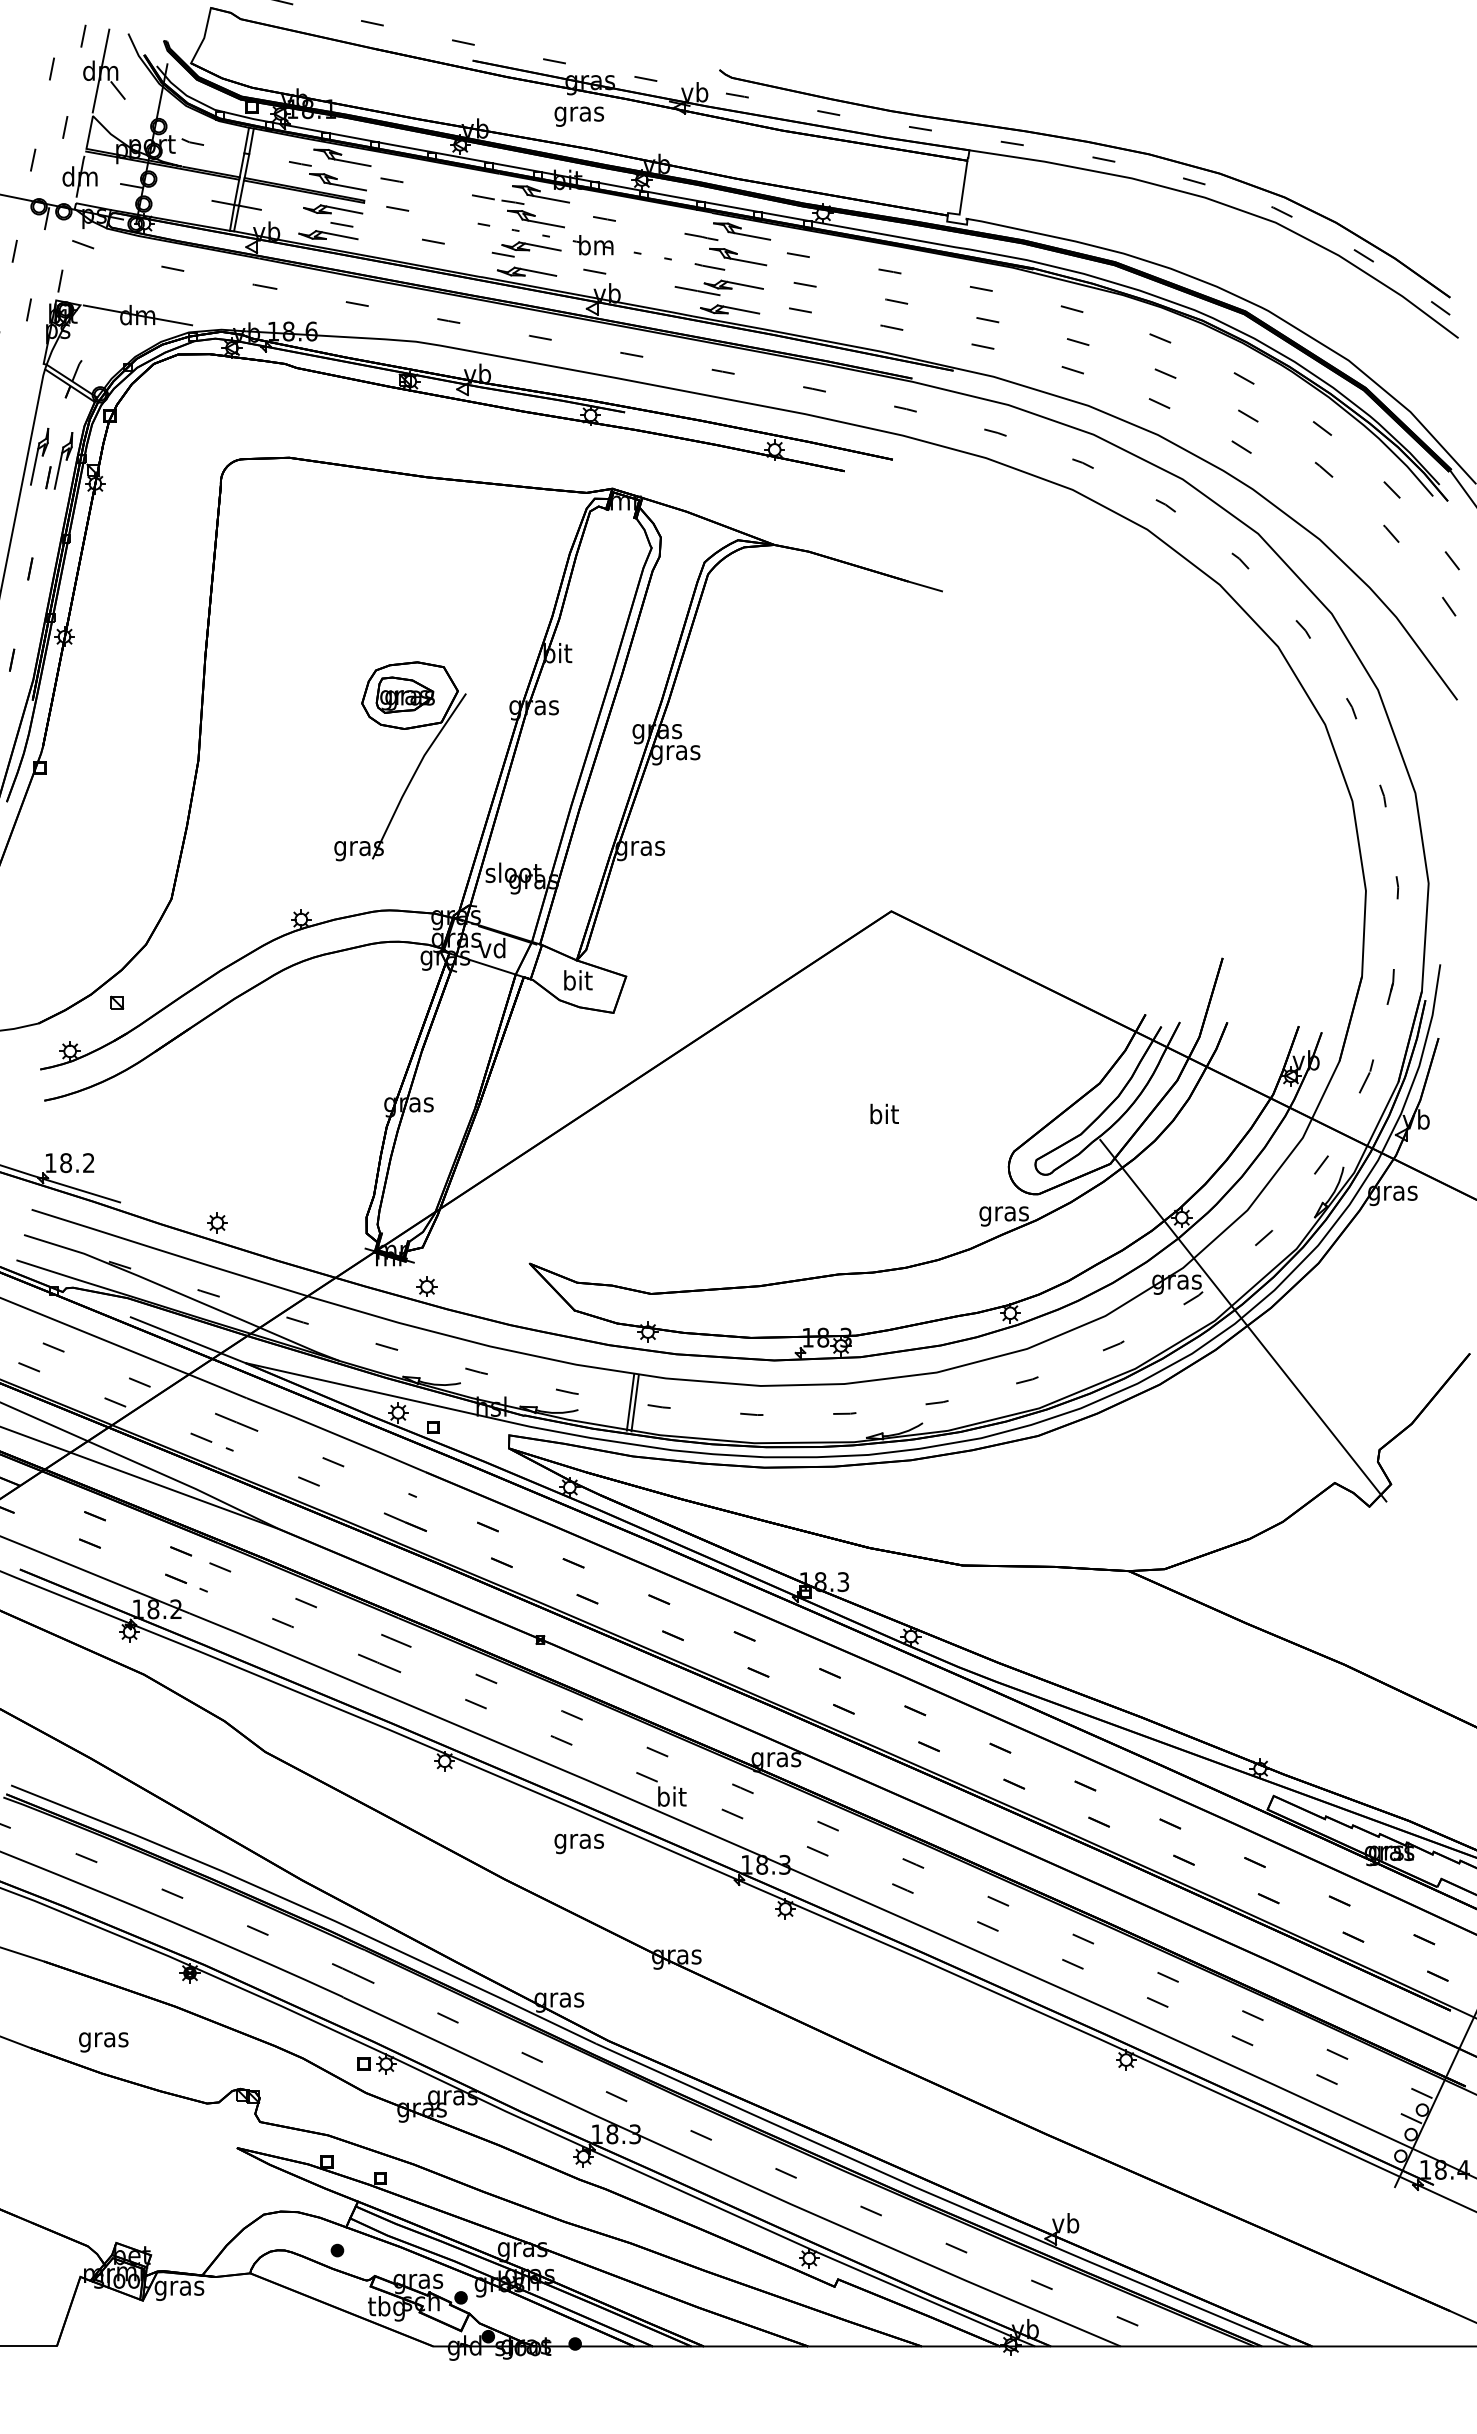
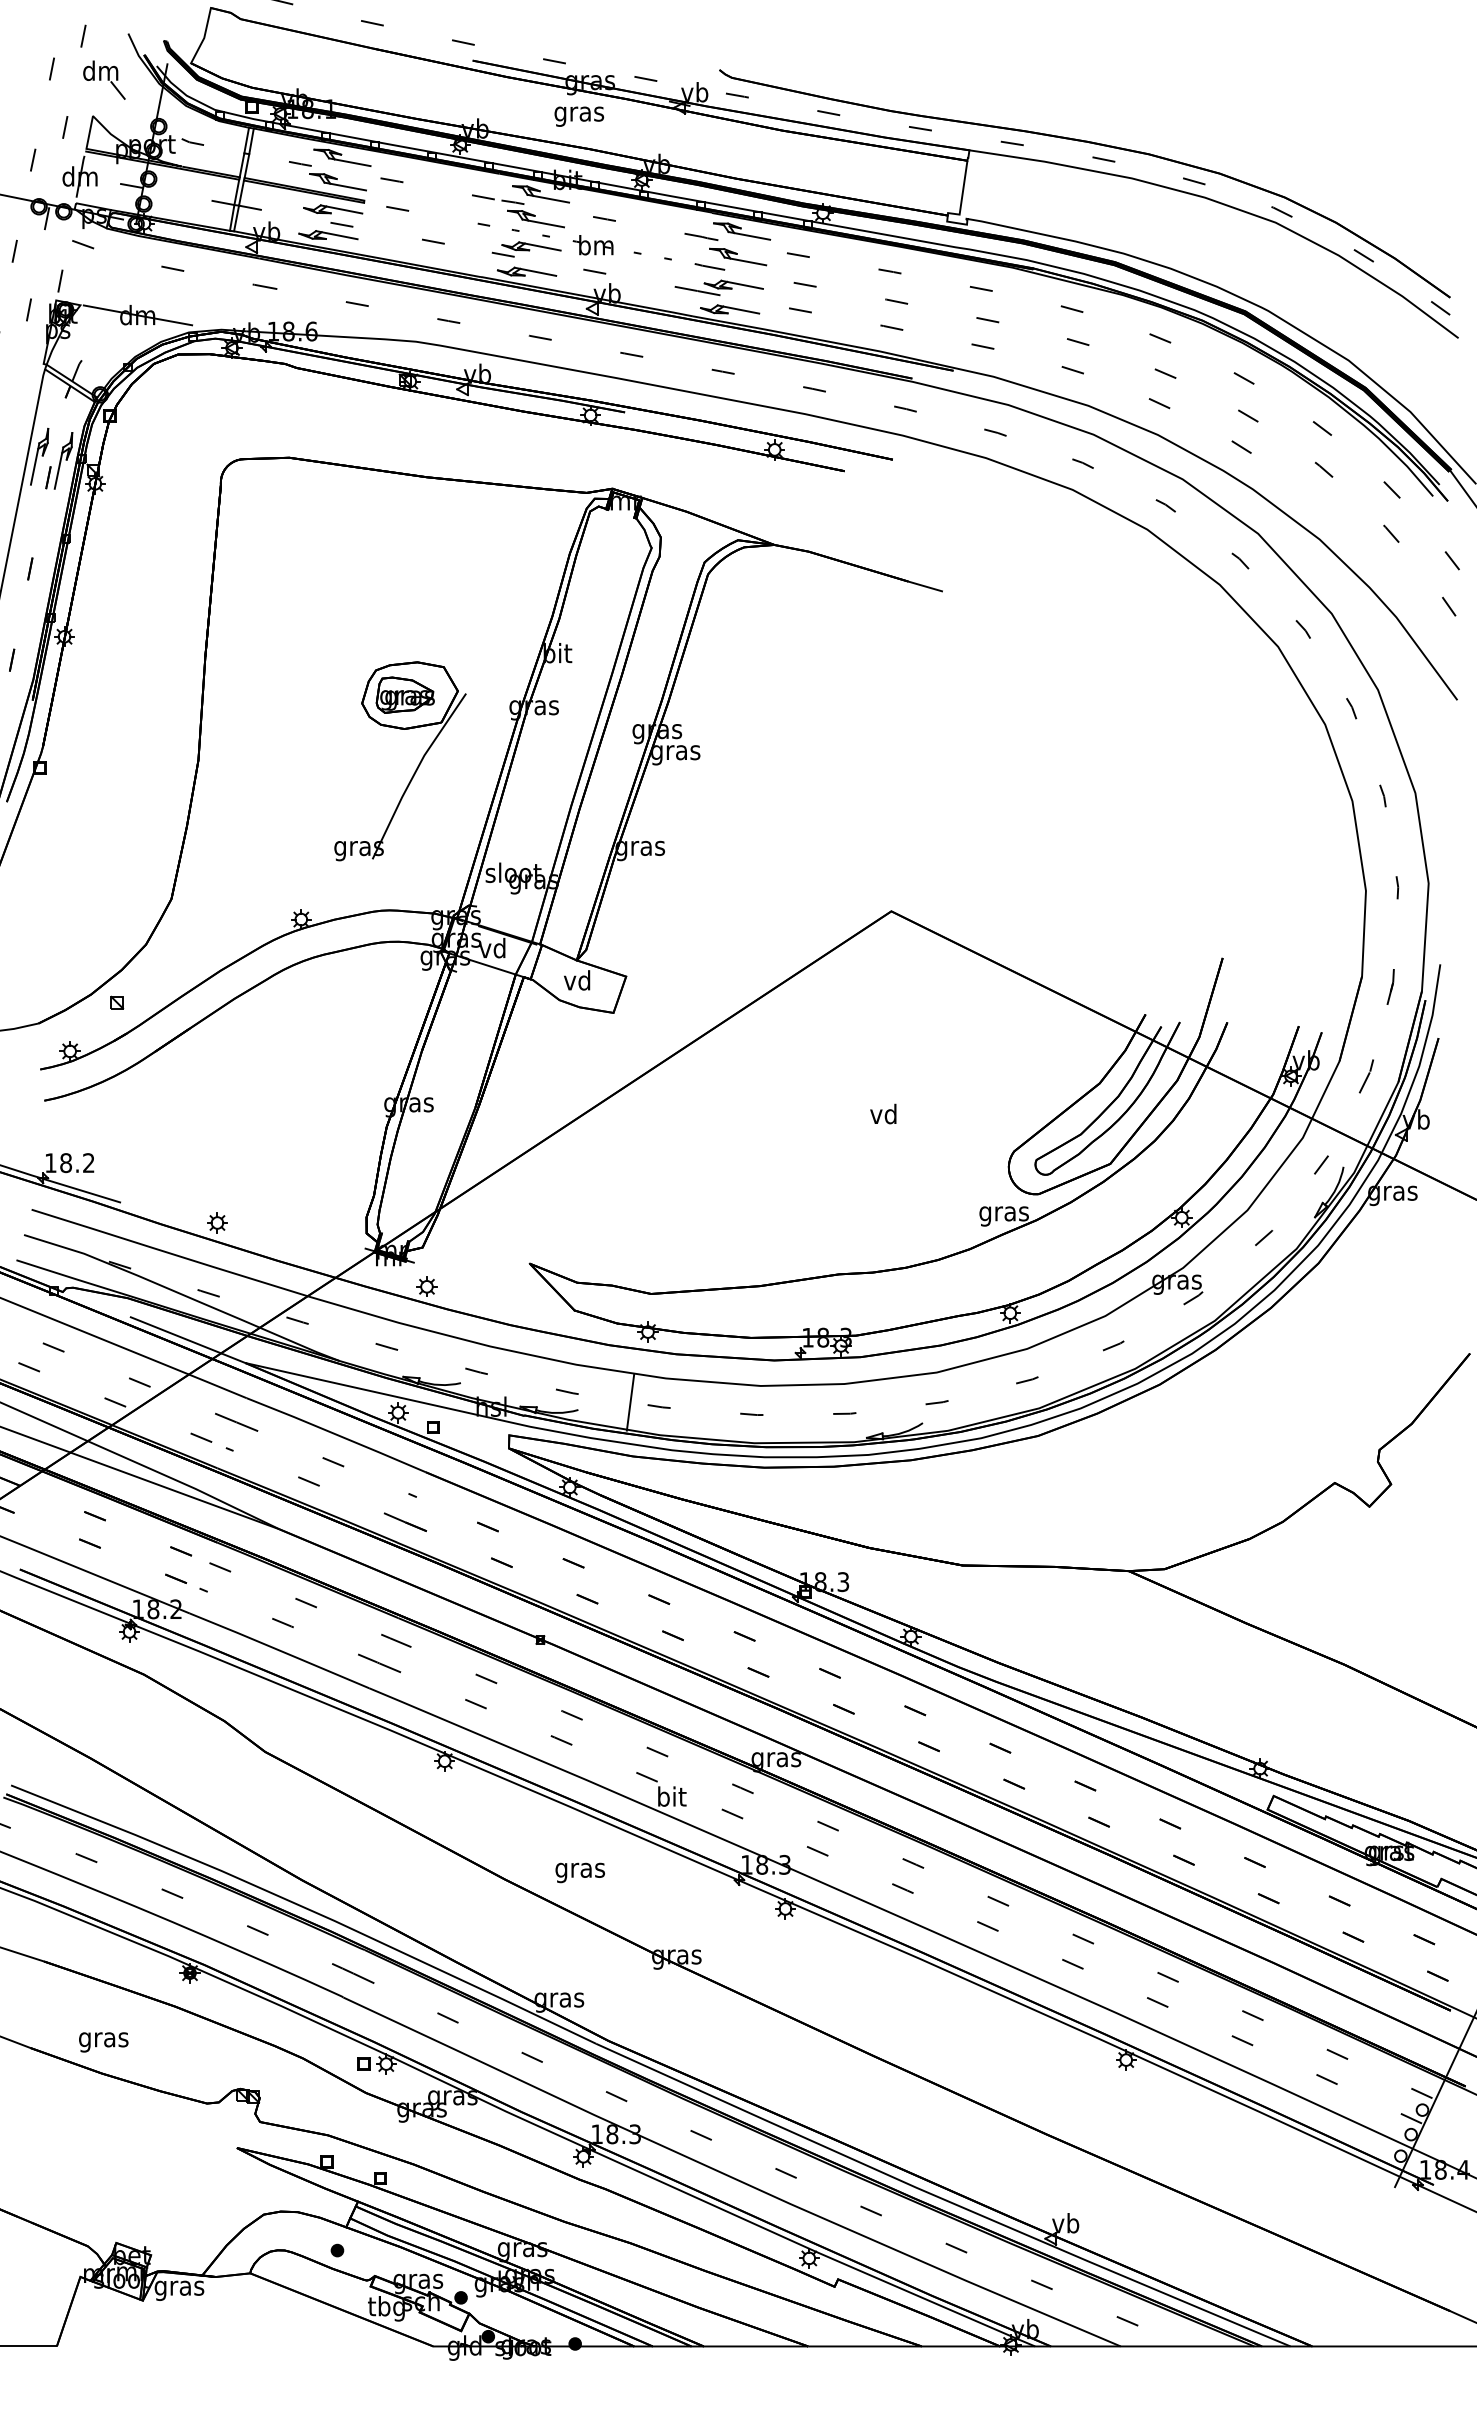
line at (100, 70): present -> none
text at (578, 980): bit -> vd
text at (884, 1113): bit -> vd
line at (1243, 1320): present -> none
line at (634, 1403): present -> none
text at (578, 1843) position: (578, 1843) -> (579, 1872)
